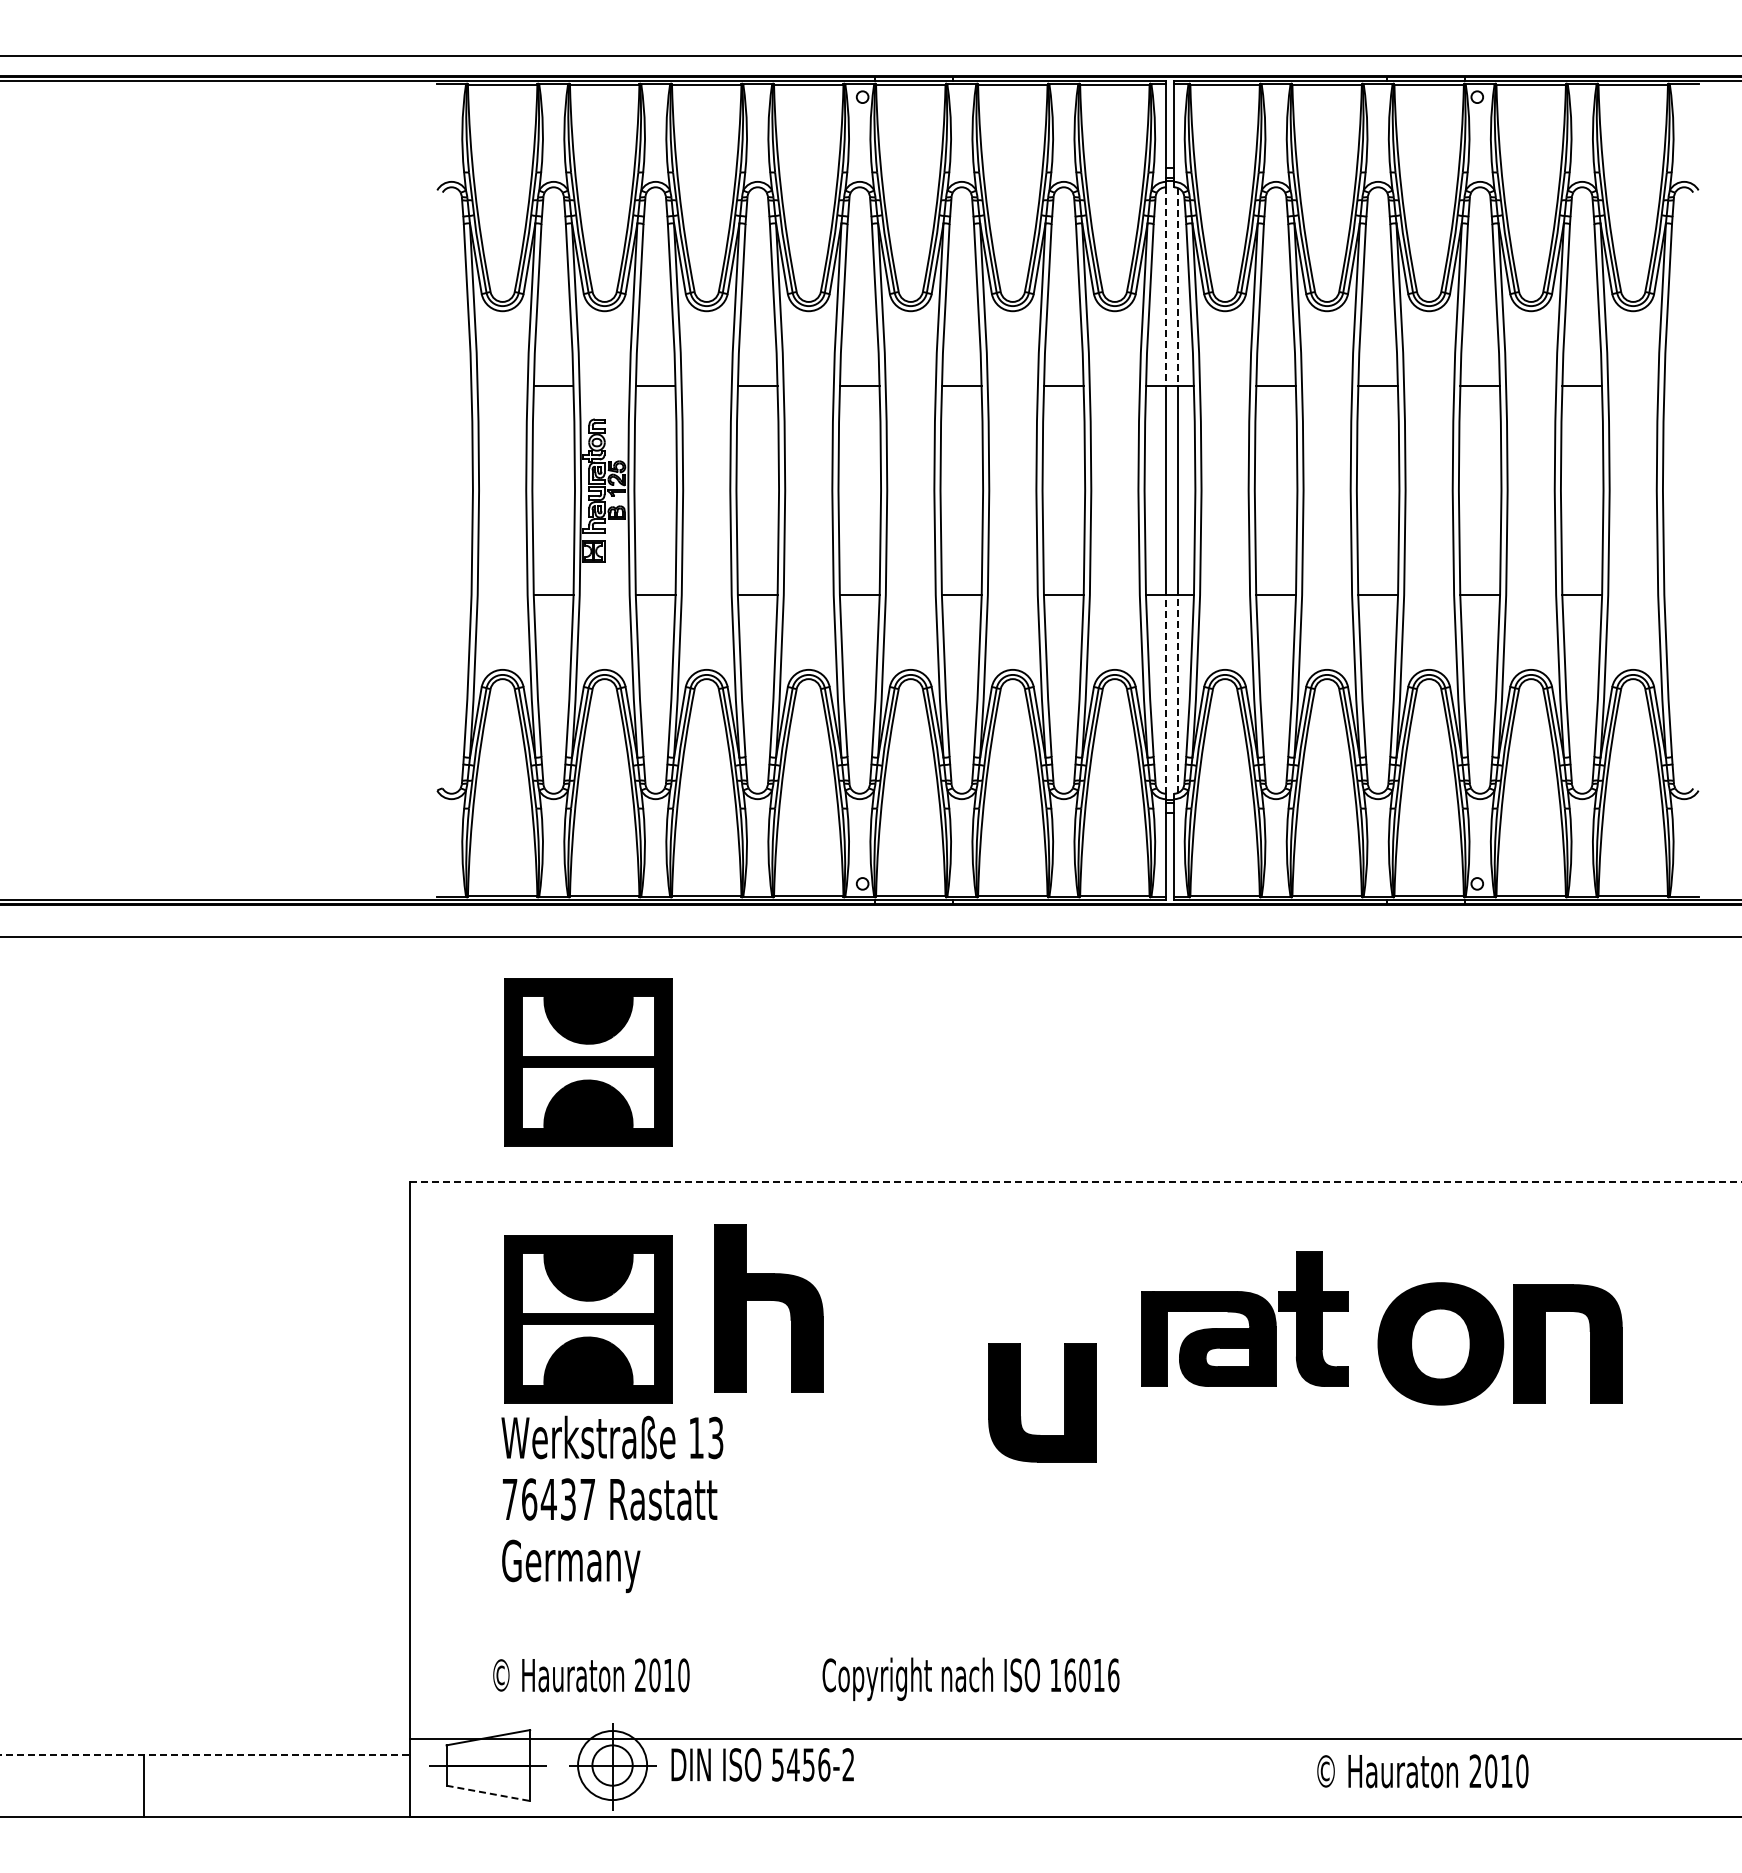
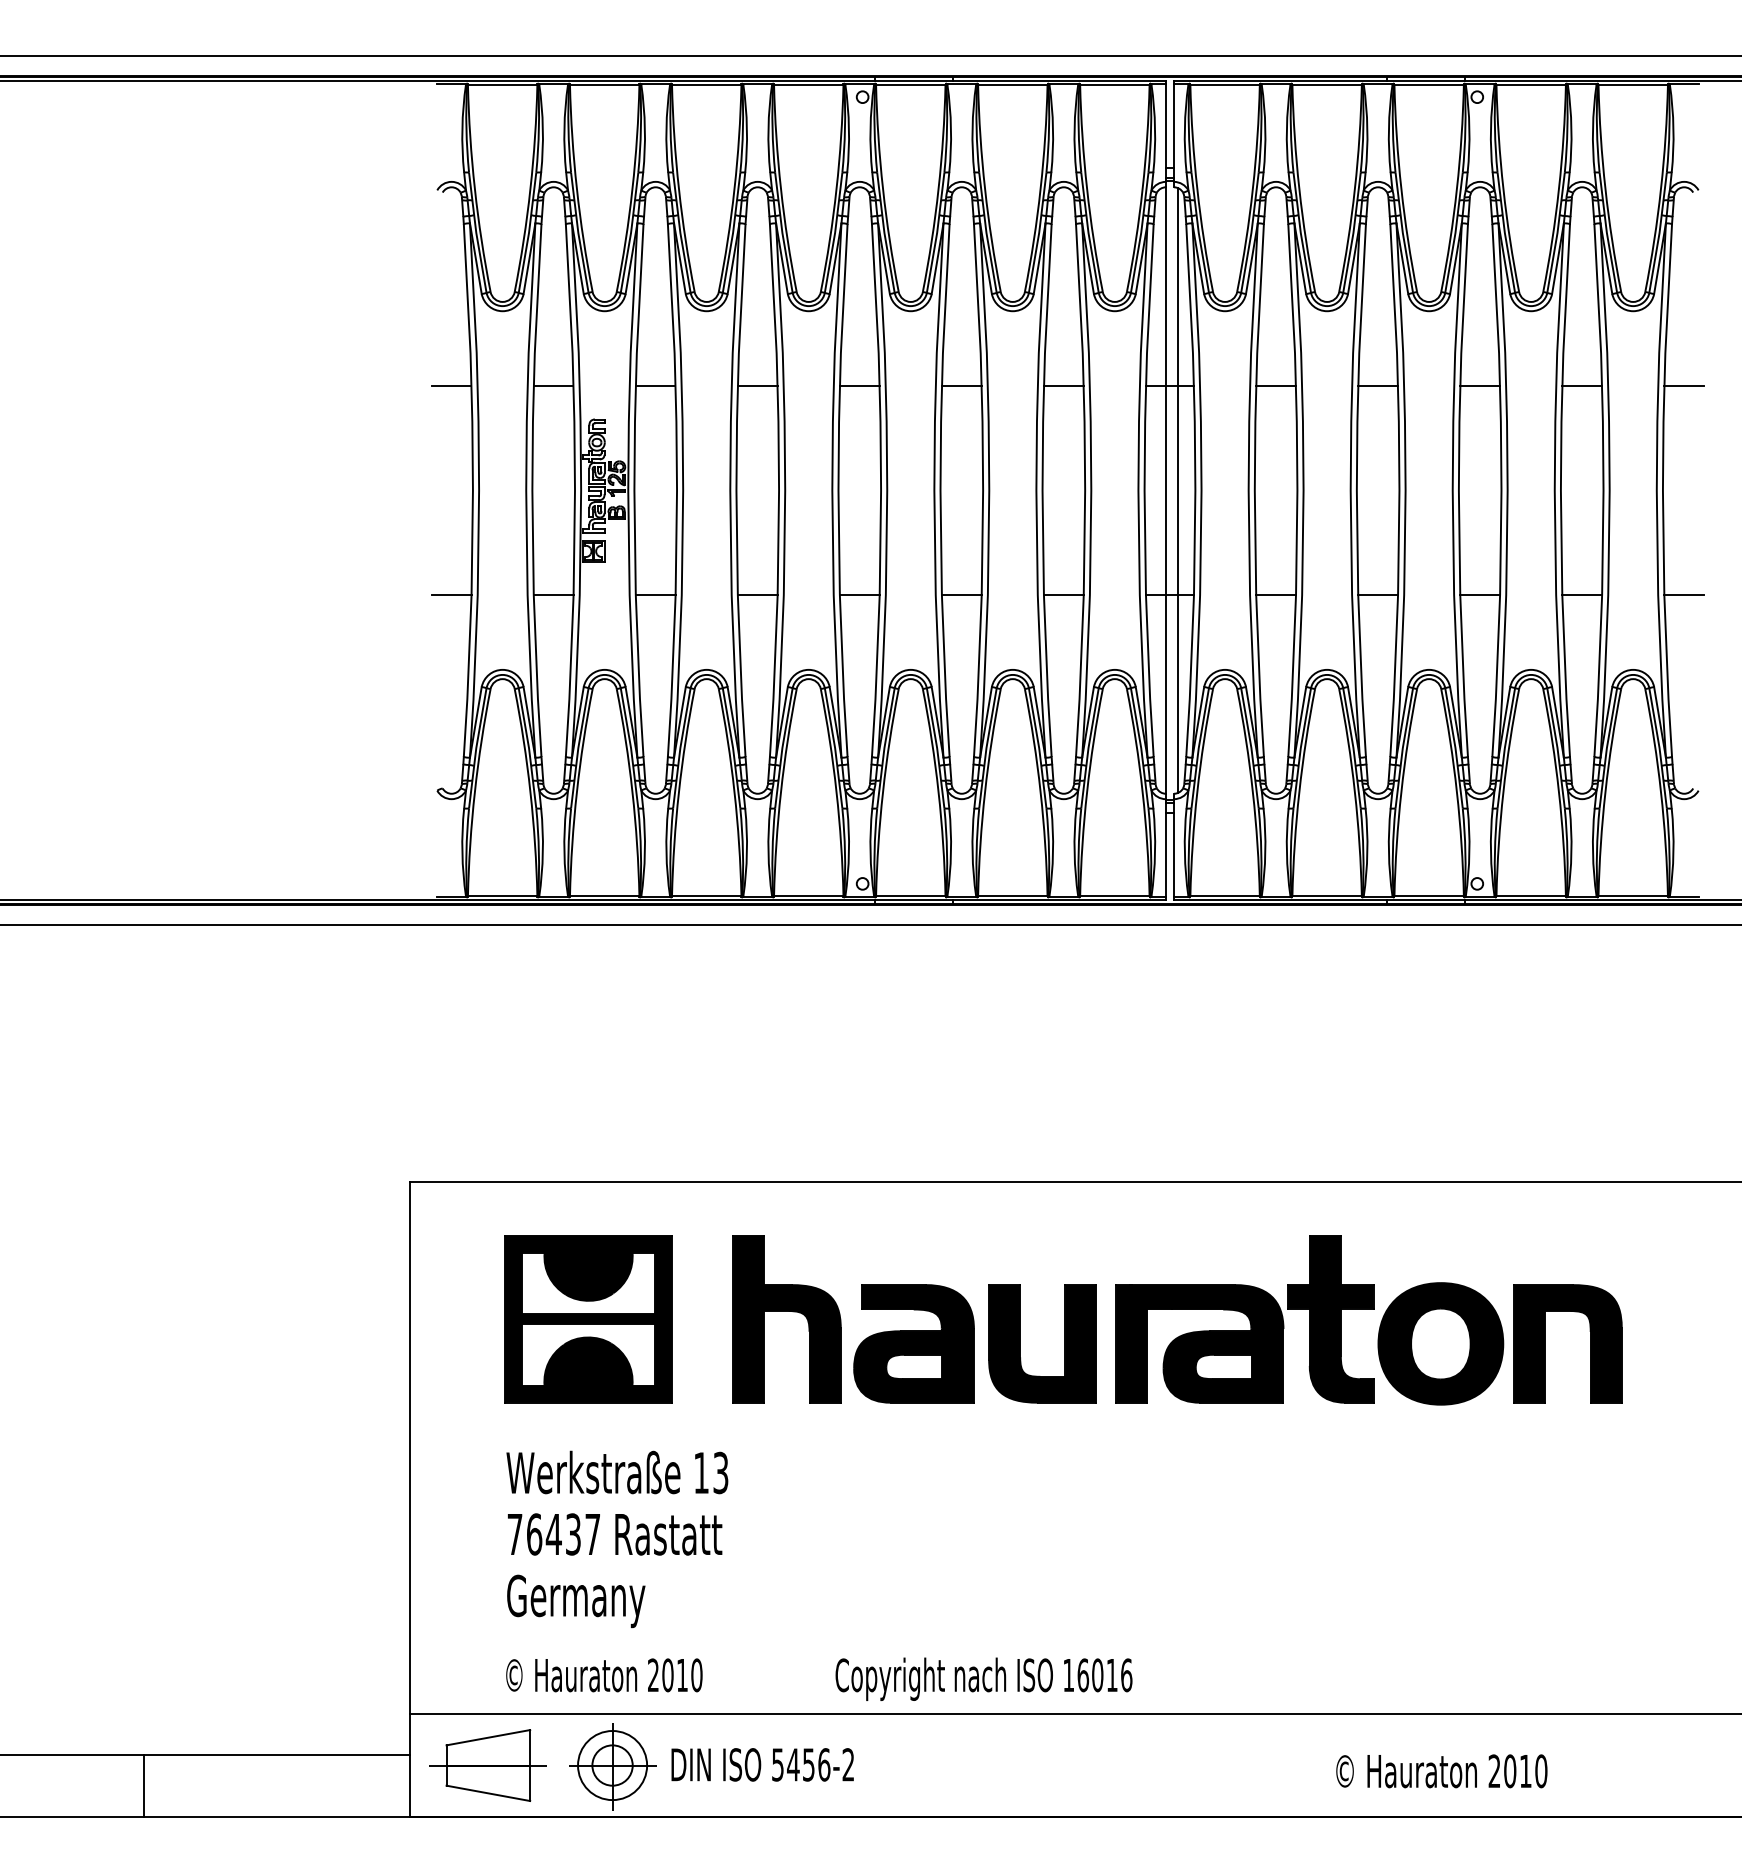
line at (1165, 286): dashed -> solid
line at (1178, 287): dashed -> solid
line at (451, 386): none -> present
line at (1684, 386): none -> present
line at (451, 594): none -> present
line at (1684, 594): none -> present
line at (1178, 693): dashed -> solid
line at (1165, 694): dashed -> solid
line at (870, 936) position: (870, 936) -> (870, 924)
part at (588, 1062): present -> none
line at (1076, 1181): dashed -> solid
part at (768, 1300) position: (768, 1300) -> (786, 1311)
part at (1244, 1318) size: 208x136 px -> 260x169 px
part at (913, 1343): none -> present
part at (1020, 1402) position: (1020, 1402) -> (1020, 1343)
text at (612, 1504) position: (612, 1504) -> (617, 1539)
text at (806, 1678) position: (806, 1678) -> (819, 1678)
line at (1074, 1739) position: (1074, 1739) -> (1074, 1714)
line at (205, 1755): dashed -> solid
text at (1422, 1771) position: (1422, 1771) -> (1441, 1771)
line at (488, 1793): dashed -> solid
